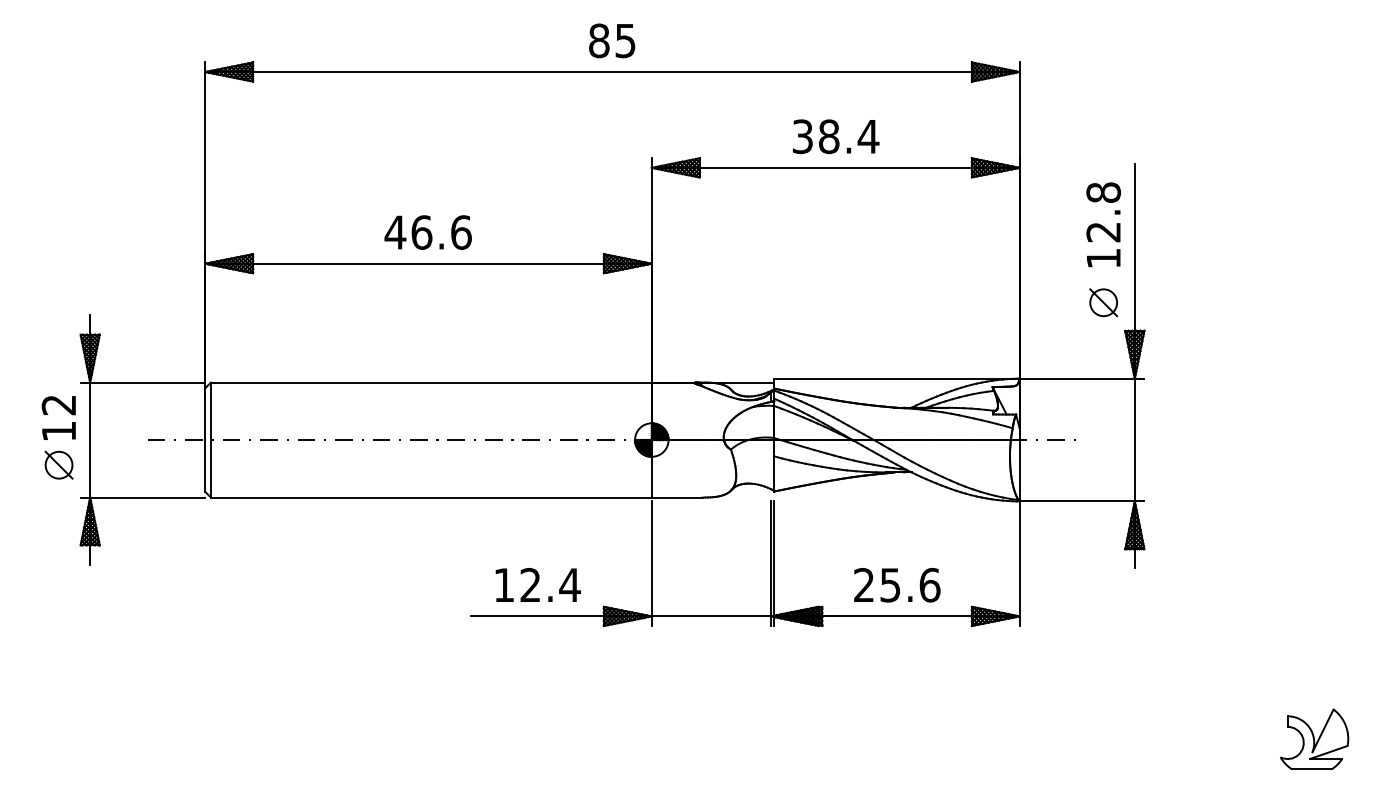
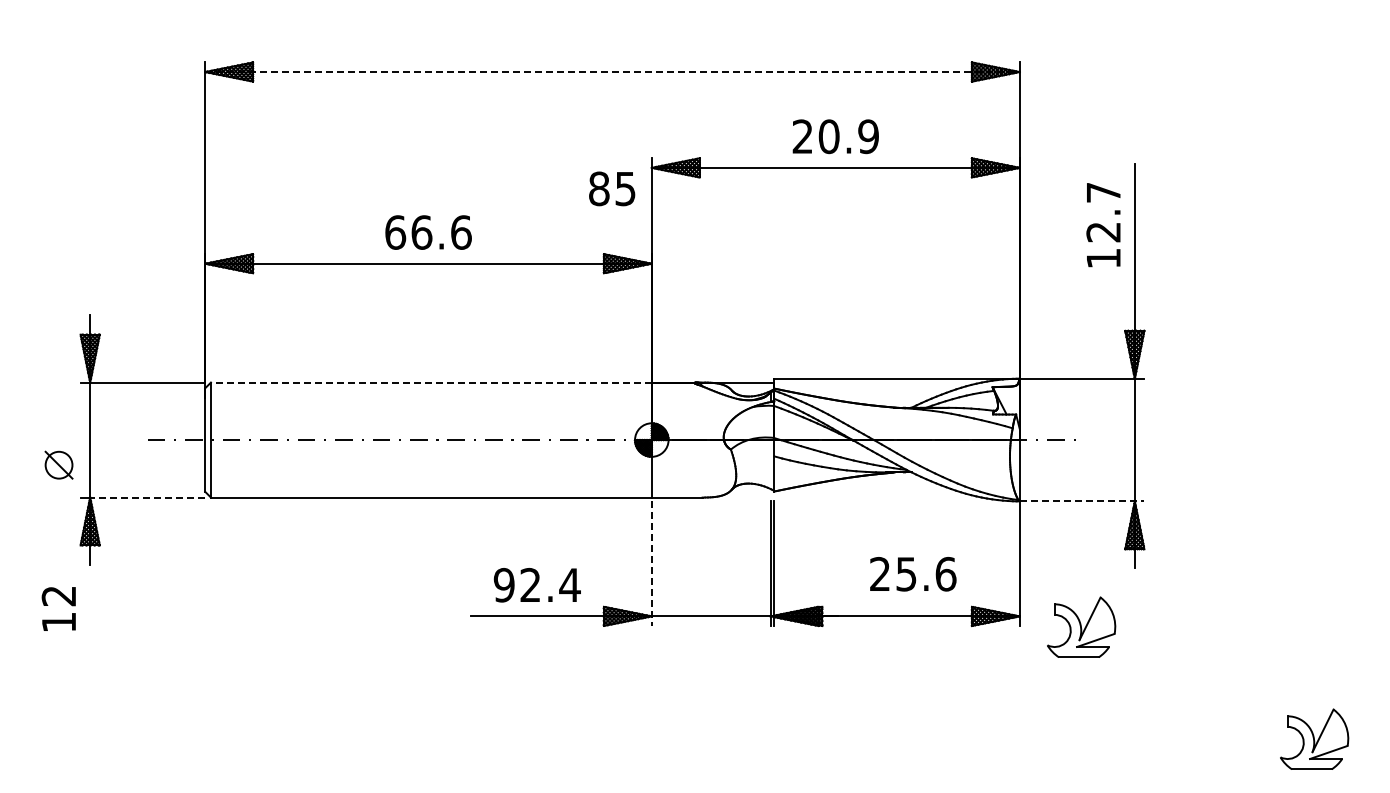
text at (612, 40) position: (612, 40) -> (612, 188)
line at (613, 72): solid -> dashed
text at (835, 136): 38.4 -> 20.9
text at (1103, 192): 12.8 -> 12.7
text at (395, 232): 46.6 -> 66.6
part at (1103, 302): present -> none
line at (430, 382): solid -> dashed
text at (58, 417) position: (58, 417) -> (58, 608)
line at (147, 497): solid -> dashed
line at (1082, 501): solid -> dashed
line at (651, 564): solid -> dashed
text at (503, 584): 12.4 -> 92.4
text at (897, 585) position: (897, 585) -> (913, 574)
part at (1081, 626): none -> present
